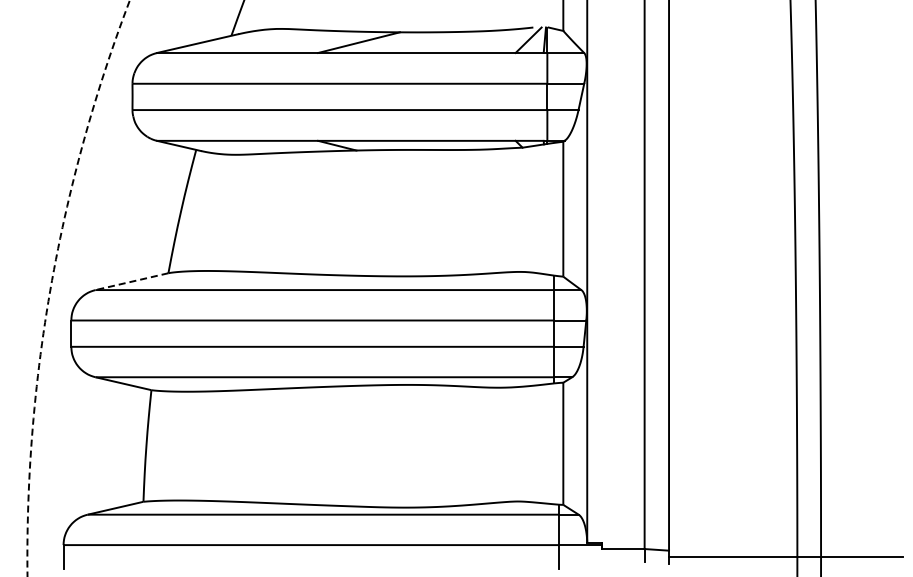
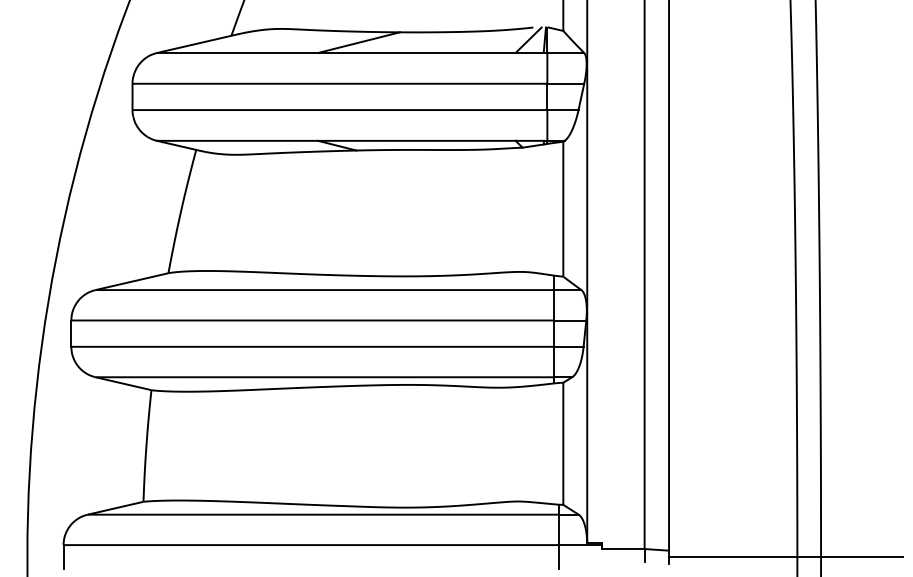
arc at (51, 281): dashed -> solid
line at (132, 281): dashed -> solid
